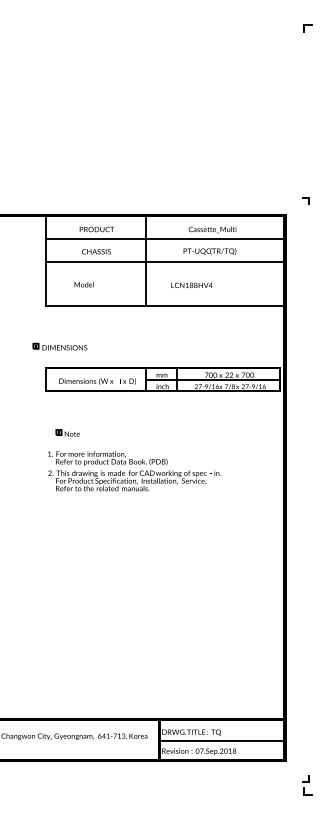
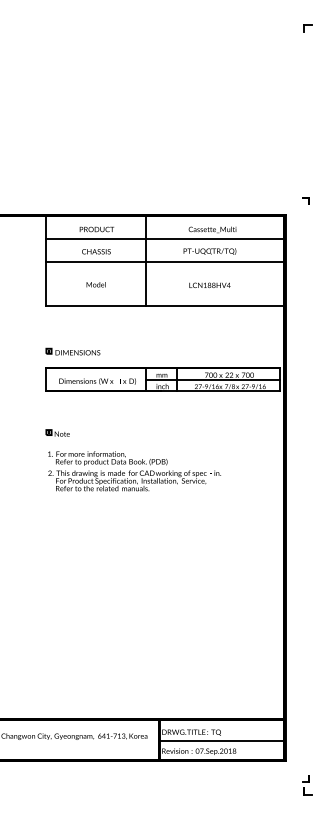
text at (83, 284) position: (83, 284) -> (95, 284)
text at (191, 284) position: (191, 284) -> (209, 284)
part at (59, 346) position: (59, 346) -> (72, 351)
part at (67, 432) position: (67, 432) -> (57, 432)
